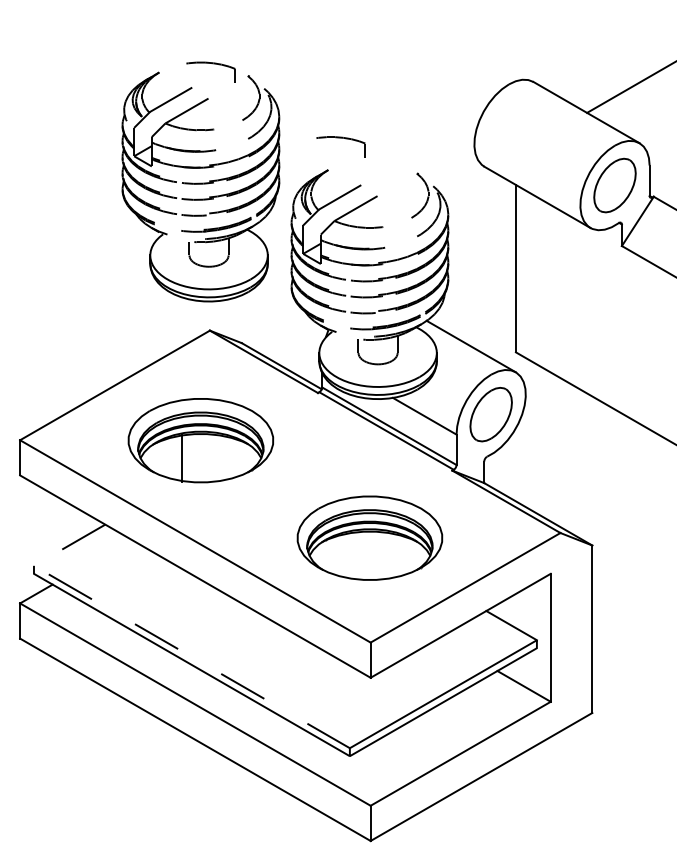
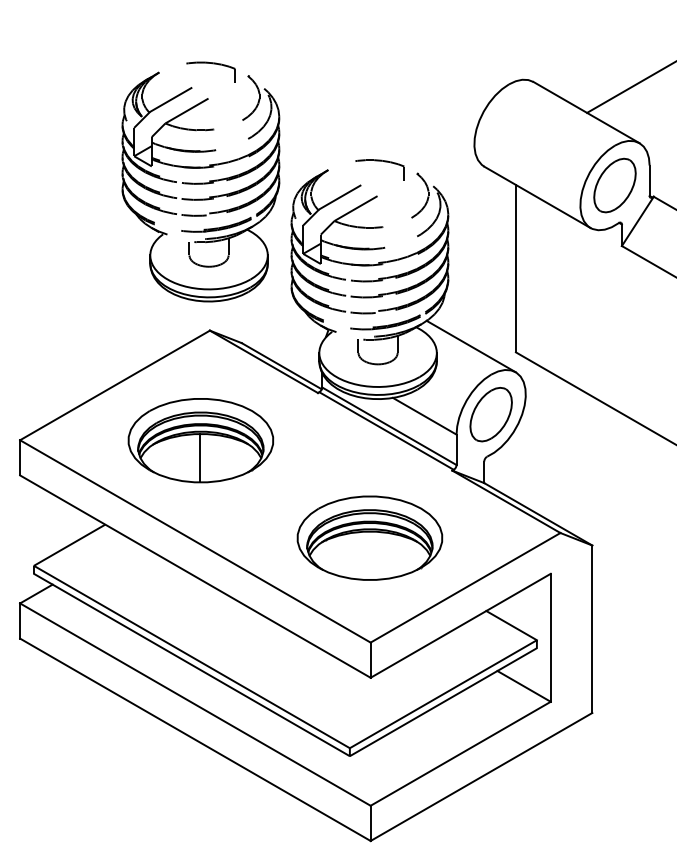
part at (340, 138) position: (340, 138) -> (379, 161)
line at (182, 458) position: (182, 458) -> (200, 458)
line at (156, 636): dashed -> solid
